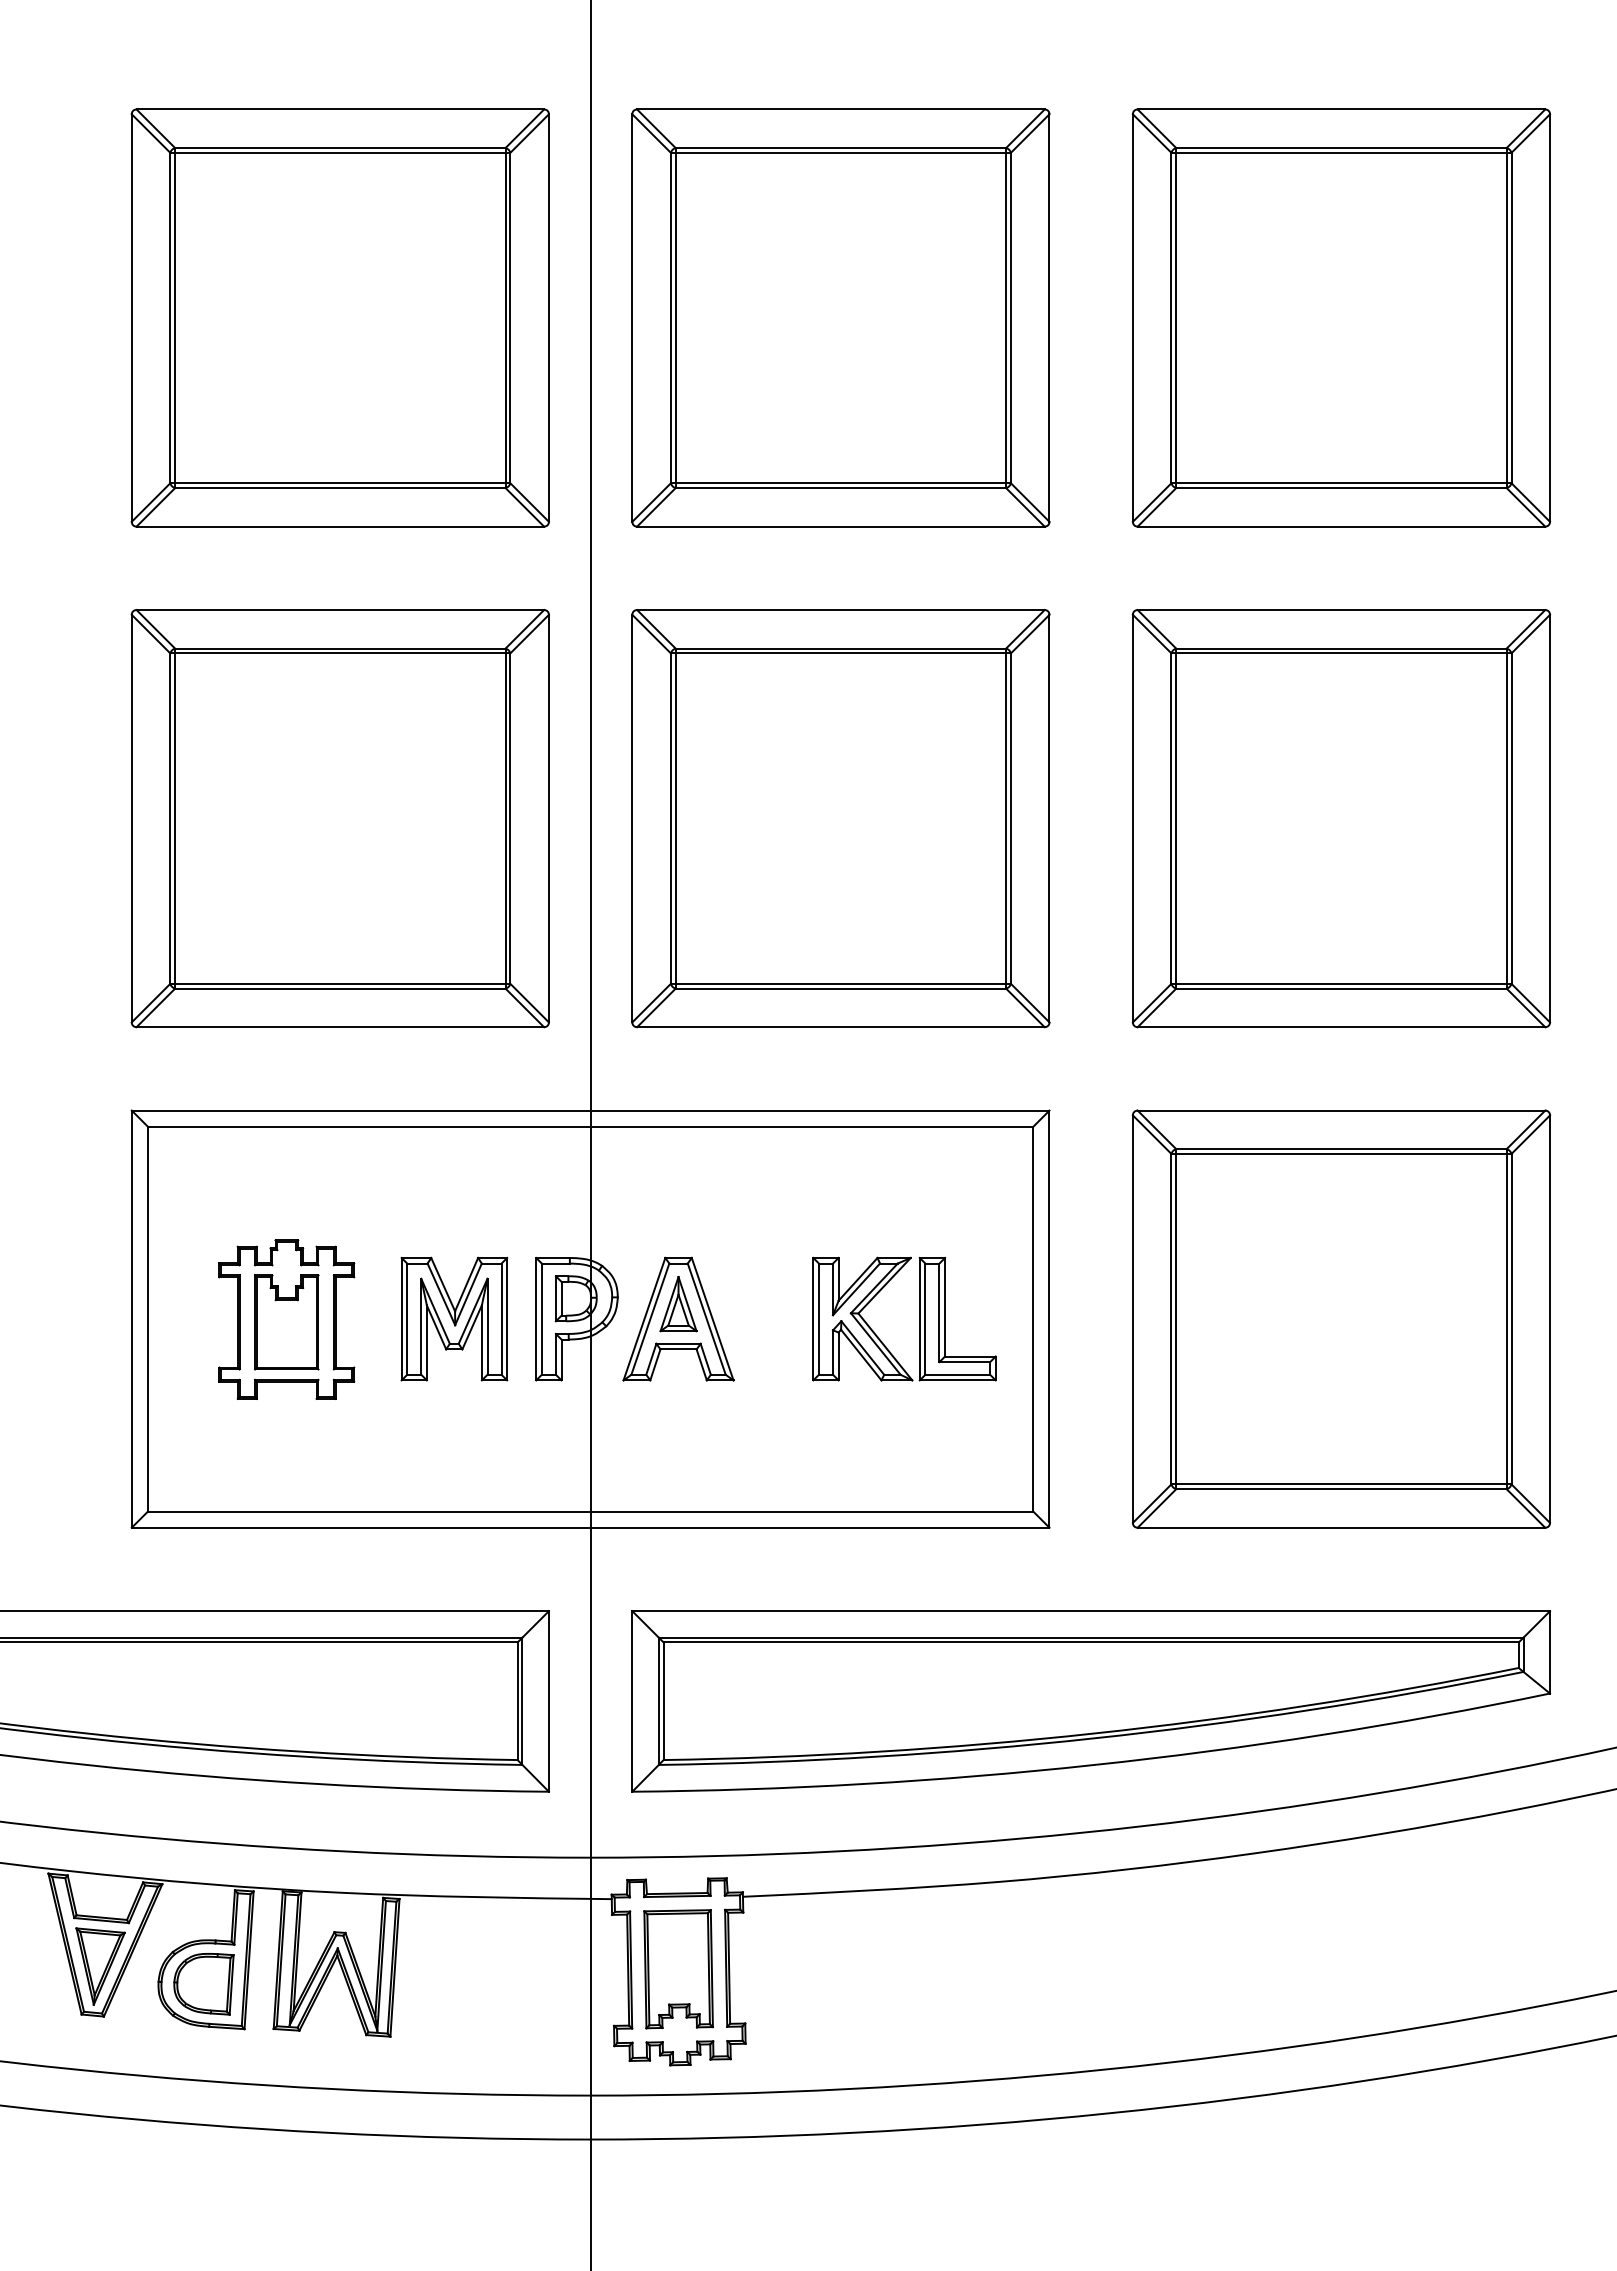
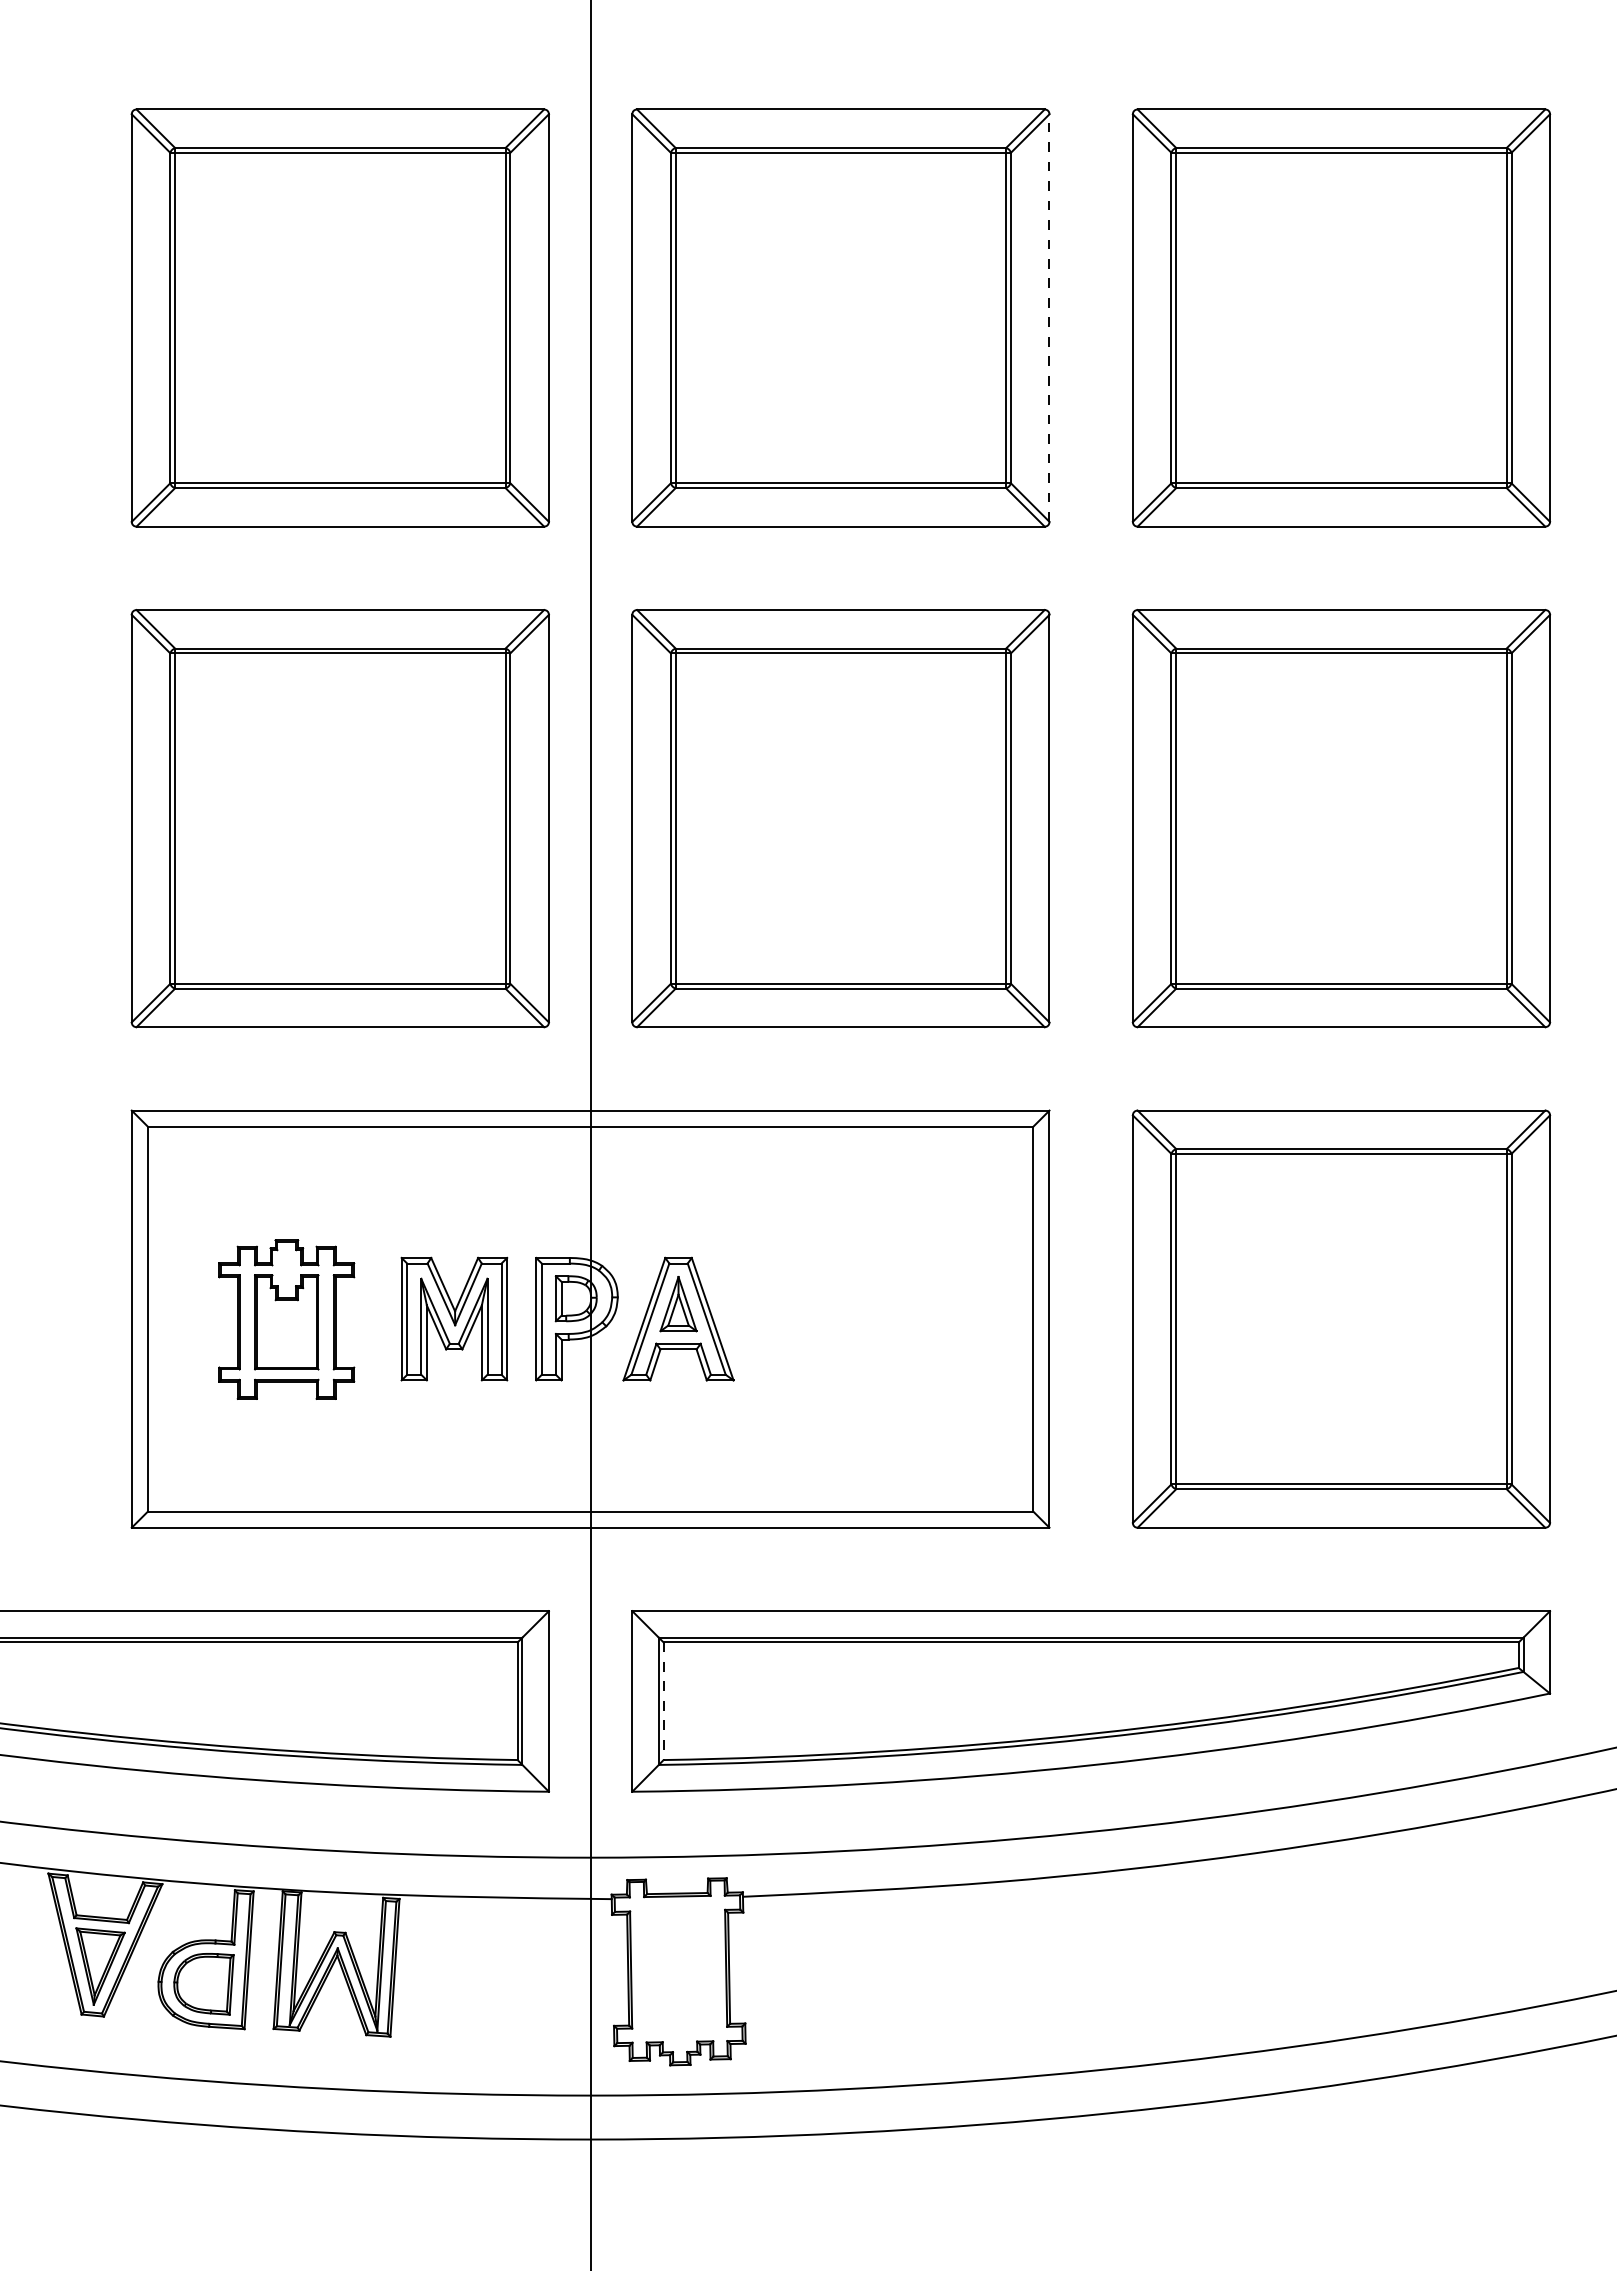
line at (1049, 318): solid -> dashed
part at (919, 1318): present -> none
line at (663, 1701): solid -> dashed
part at (678, 1969): present -> none
